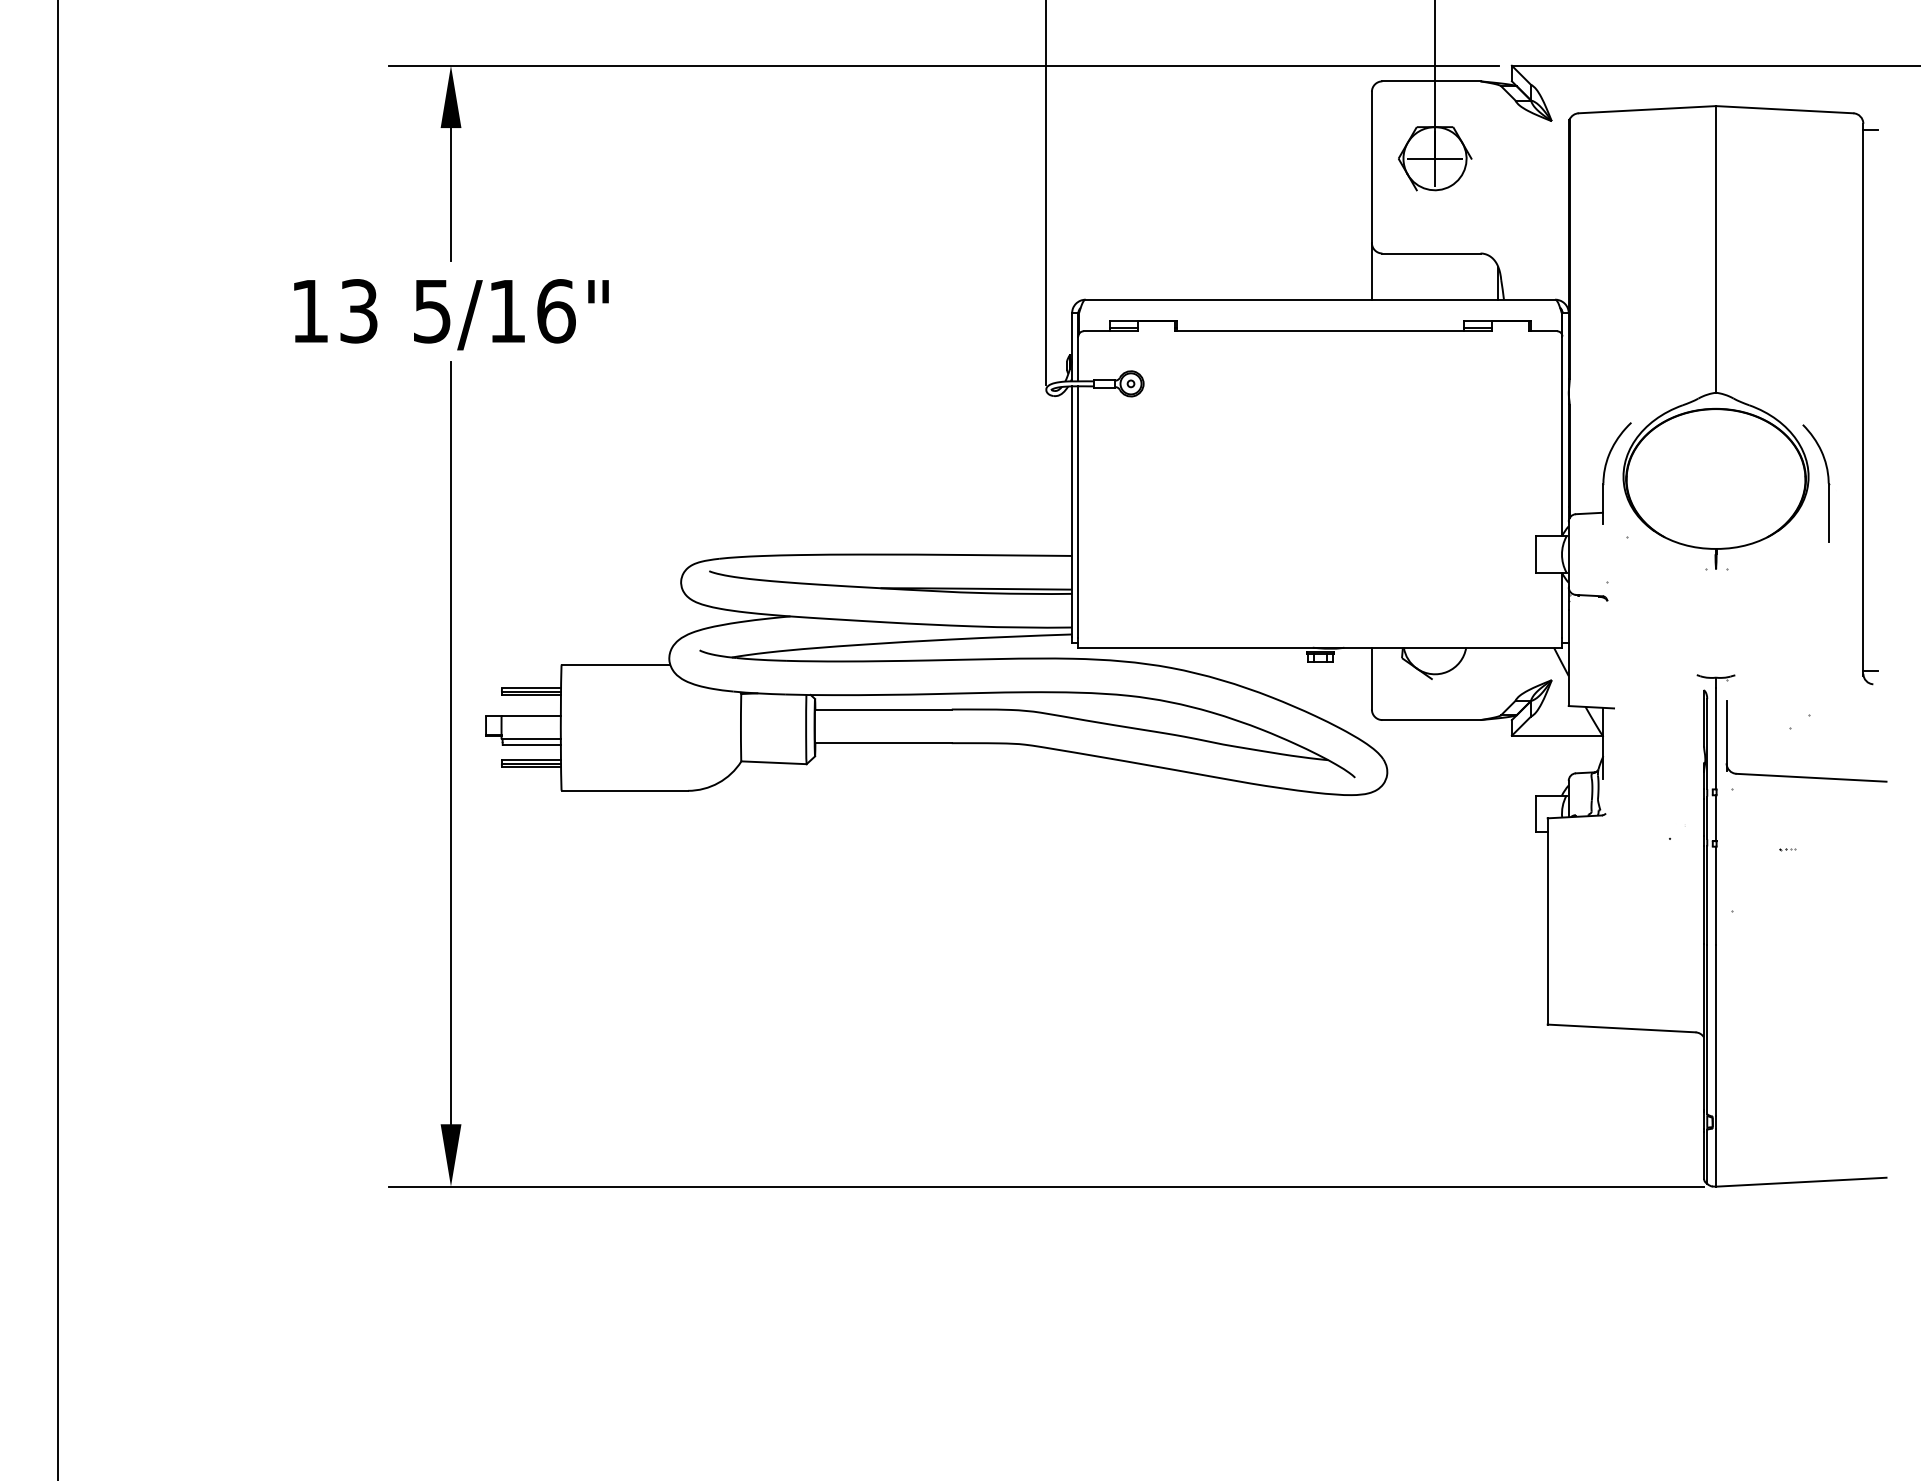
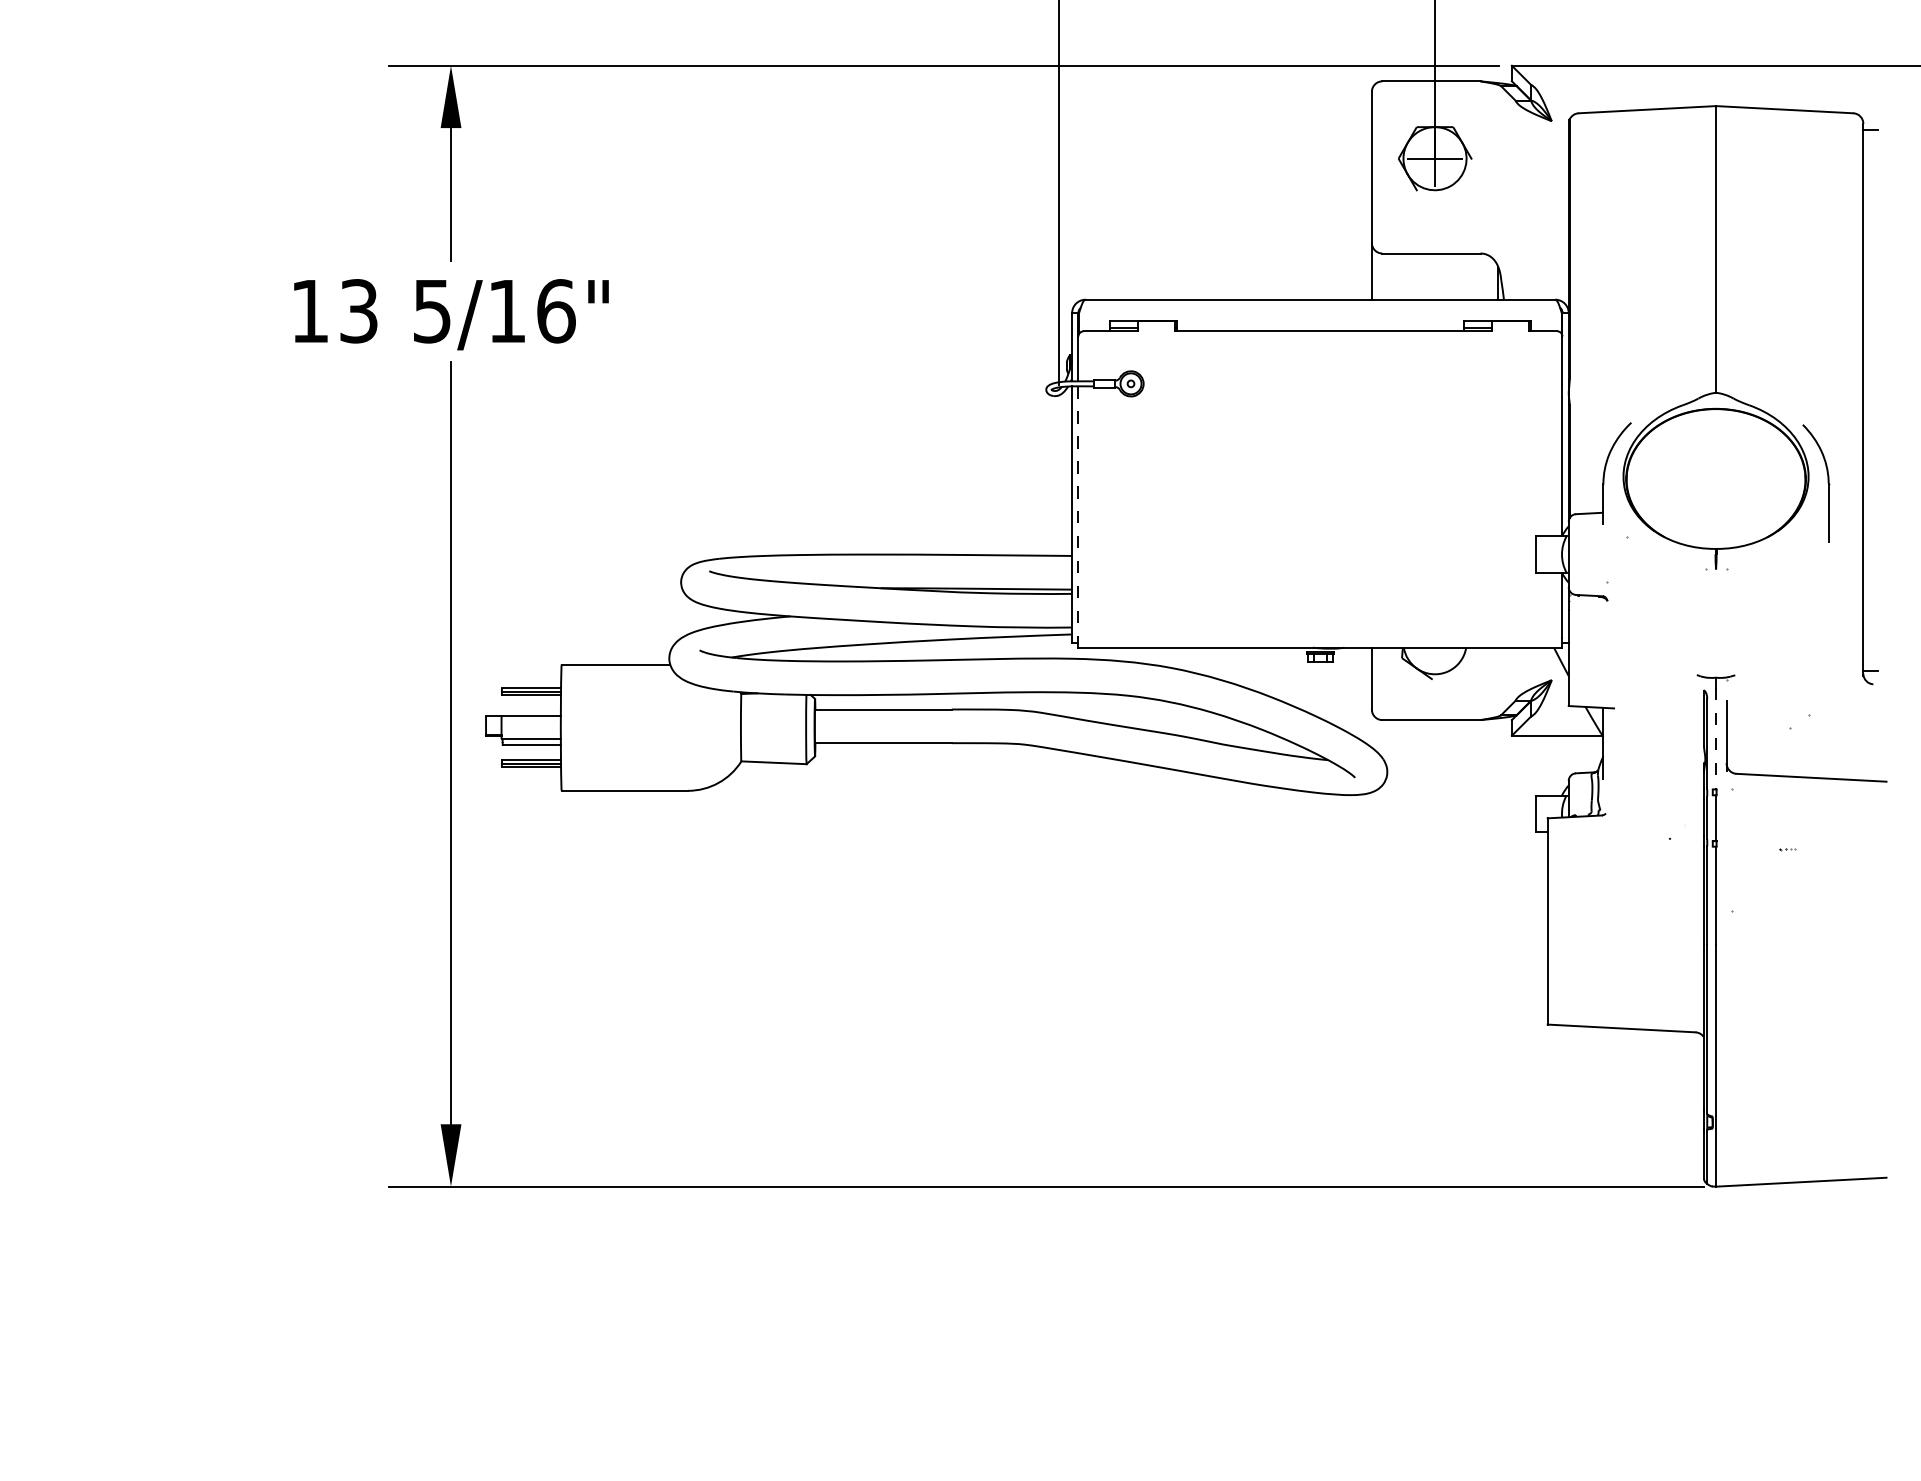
line at (1046, 193) position: (1046, 193) -> (1059, 193)
line at (1078, 512): solid -> dashed
line at (1716, 738): solid -> dashed
line at (57, 739): present -> none
